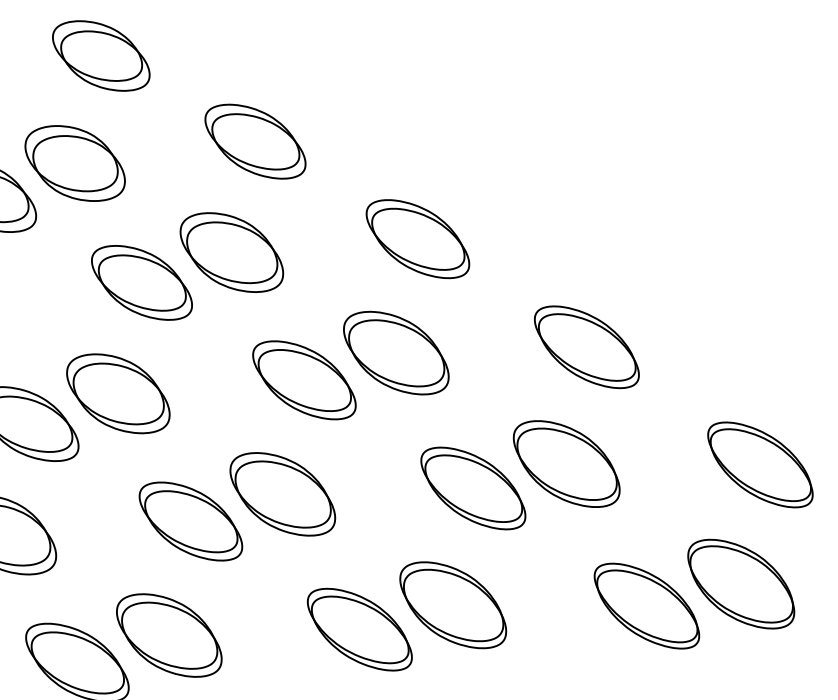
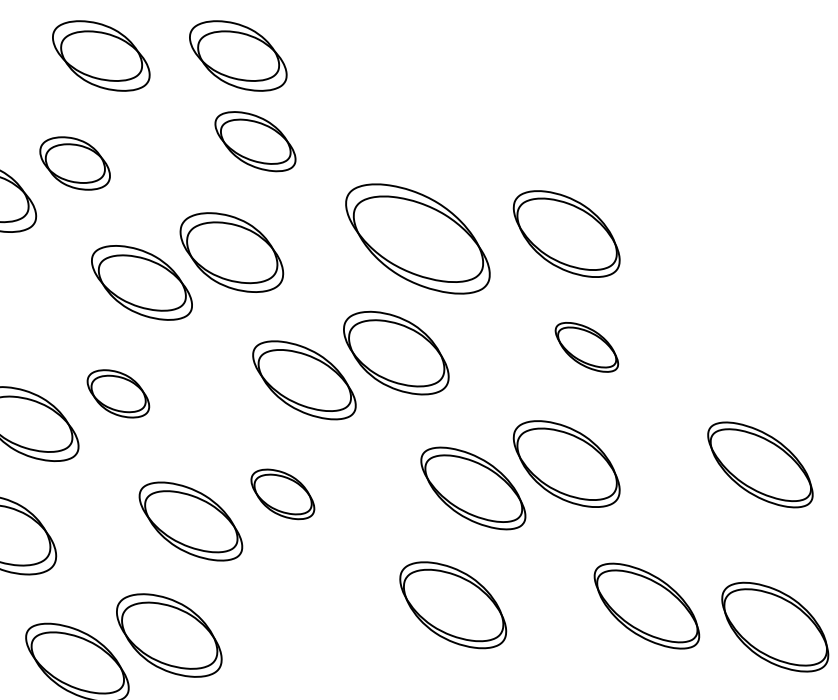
part at (238, 55): none -> present
part at (255, 141) size: 103x77 px -> 83x62 px
part at (74, 163) size: 102x77 px -> 72x55 px
part at (566, 233): none -> present
part at (417, 239) size: 106x81 px -> 146x112 px
part at (586, 347) size: 106x85 px -> 66x51 px
part at (118, 393) size: 105x82 px -> 65x50 px
part at (282, 494) size: 108x85 px -> 66x53 px
part at (741, 583) position: (741, 583) -> (775, 626)
part at (359, 629): present -> none
